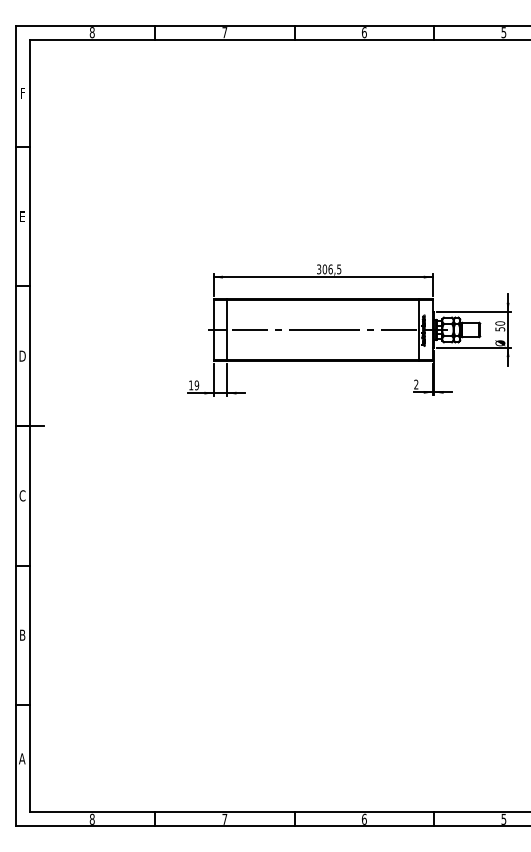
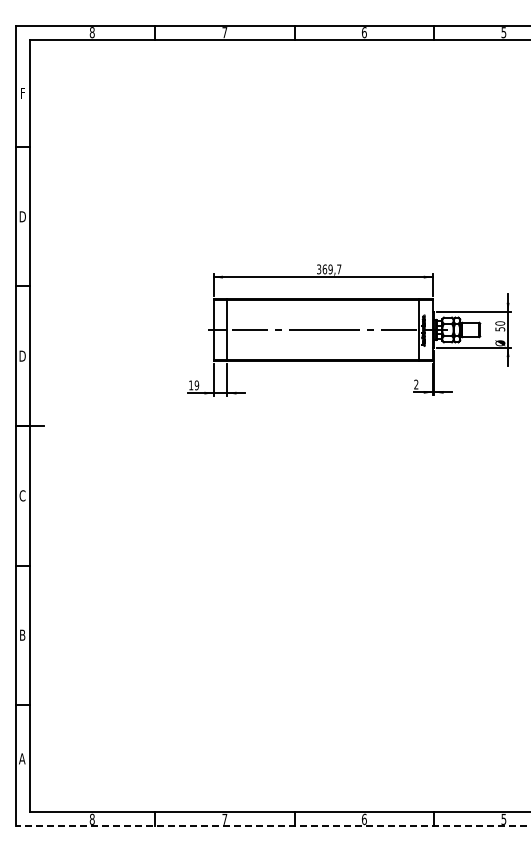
text at (22, 216): E -> D
text at (332, 269): 306,5 -> 369,7
line at (272, 826): solid -> dashed
